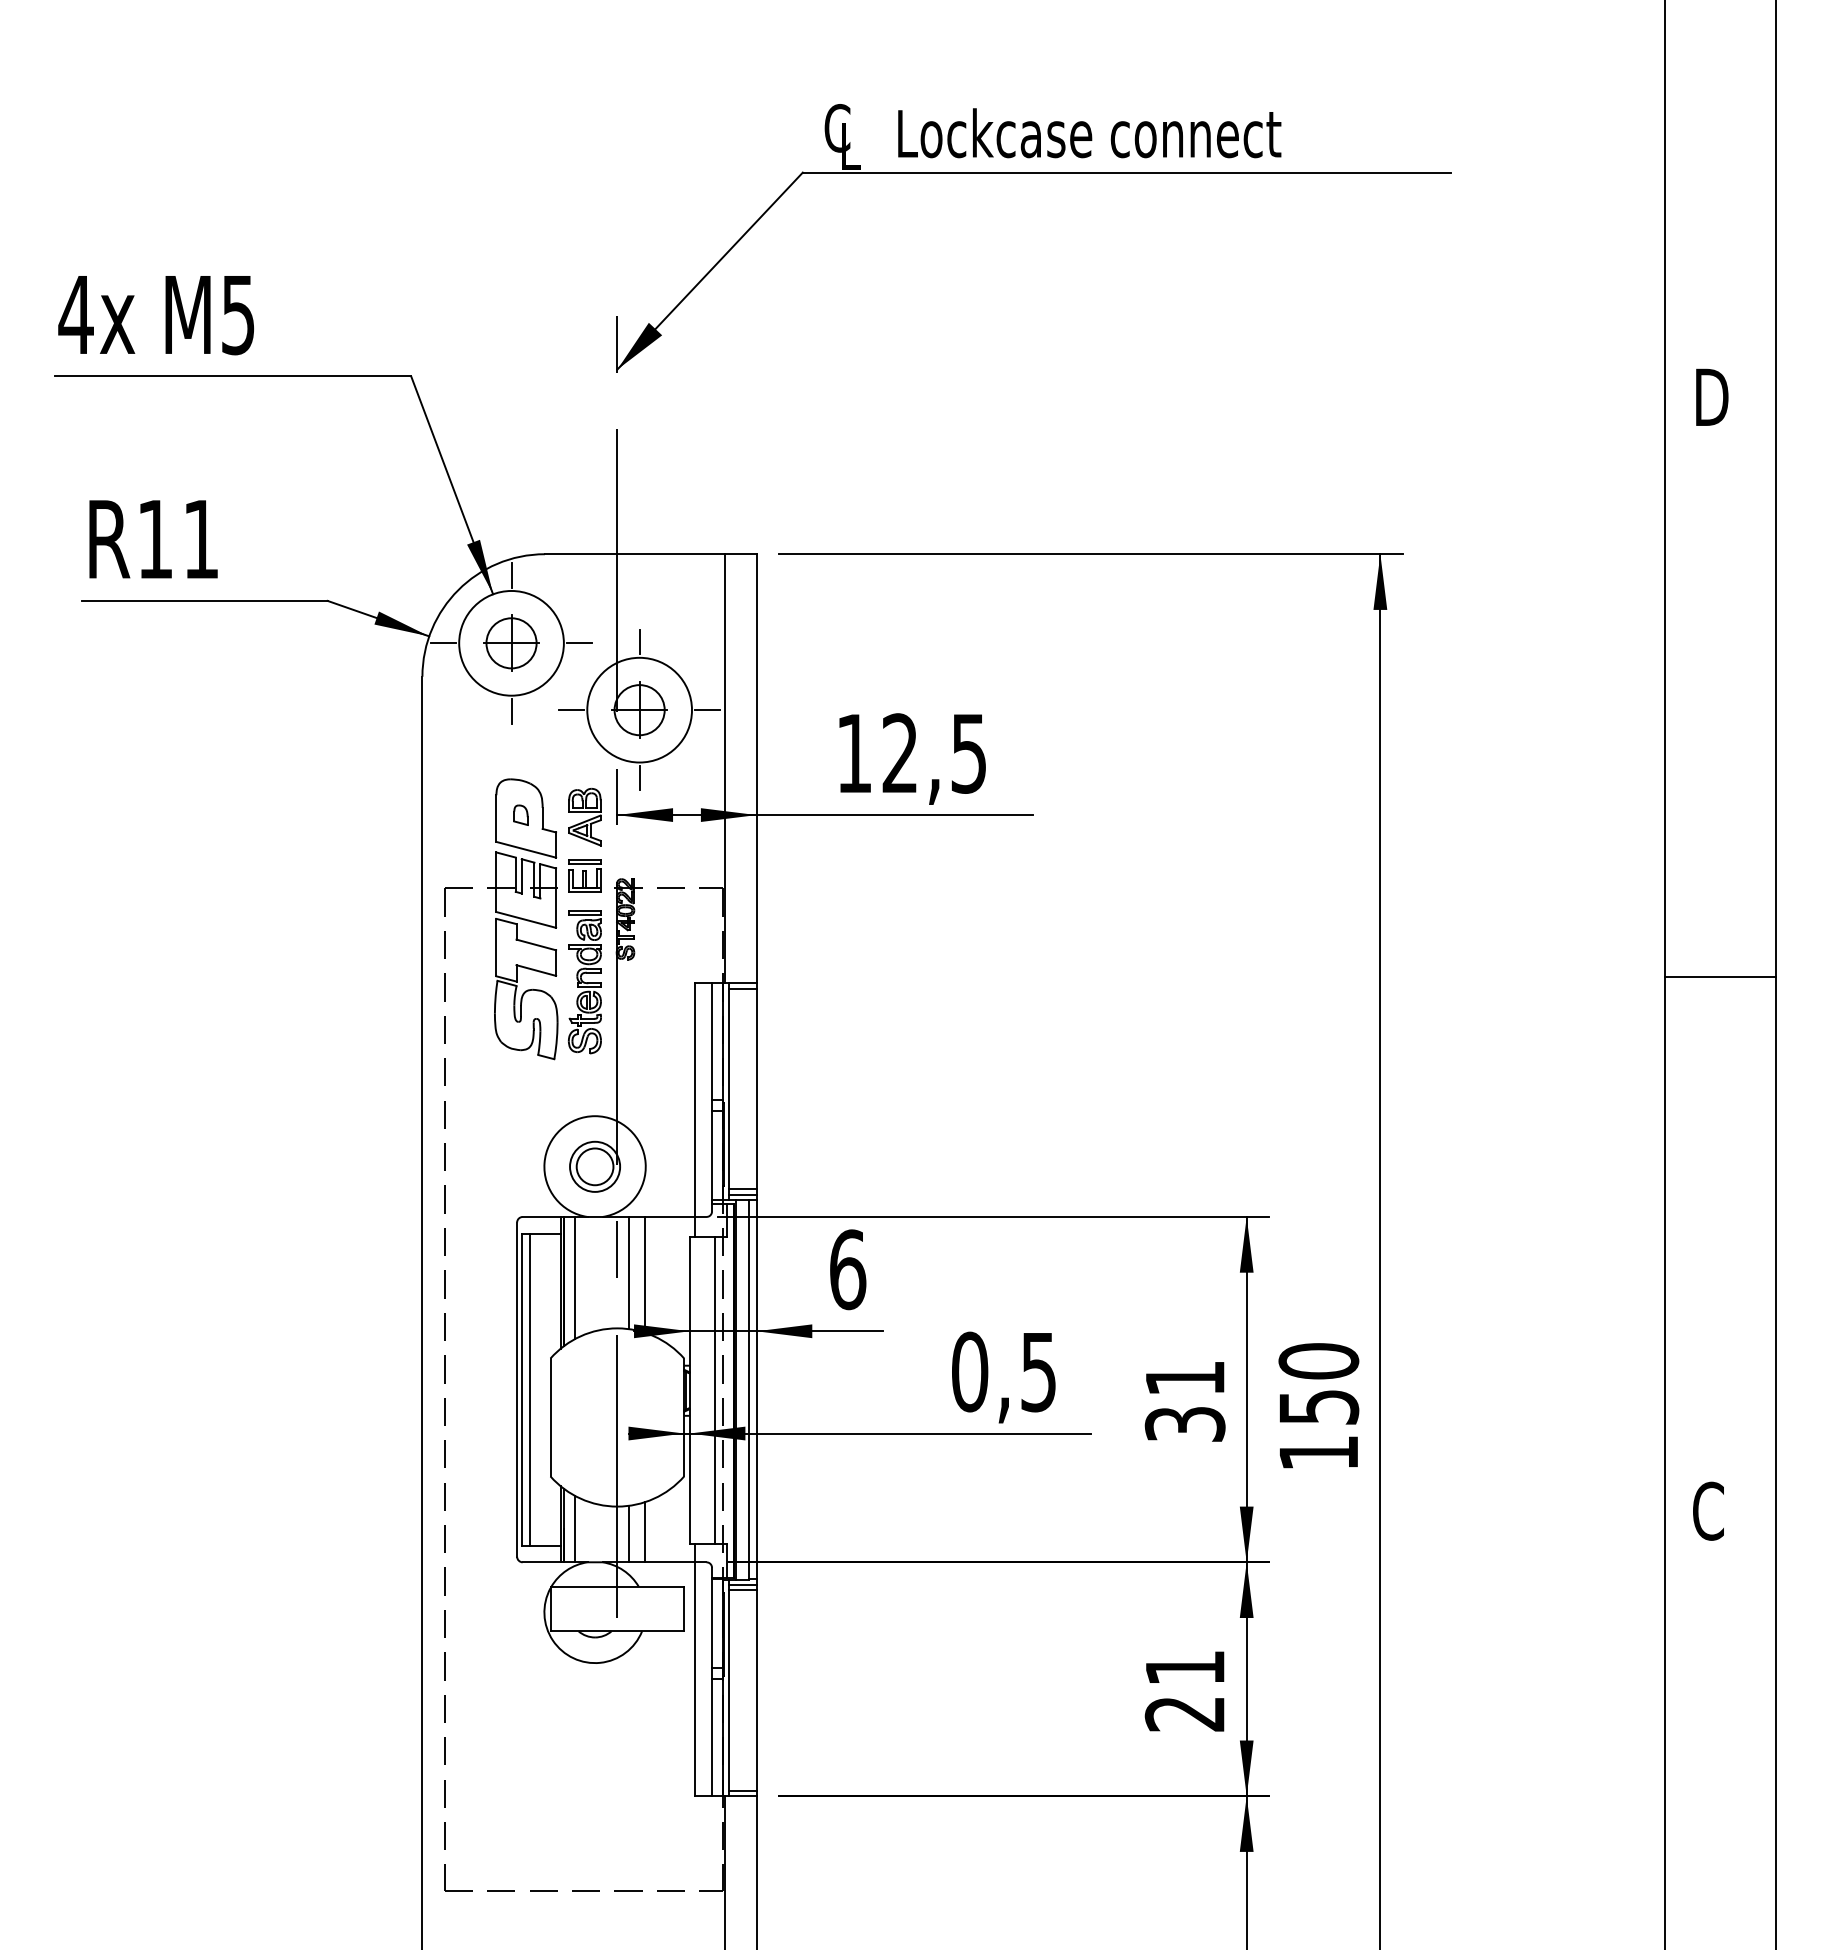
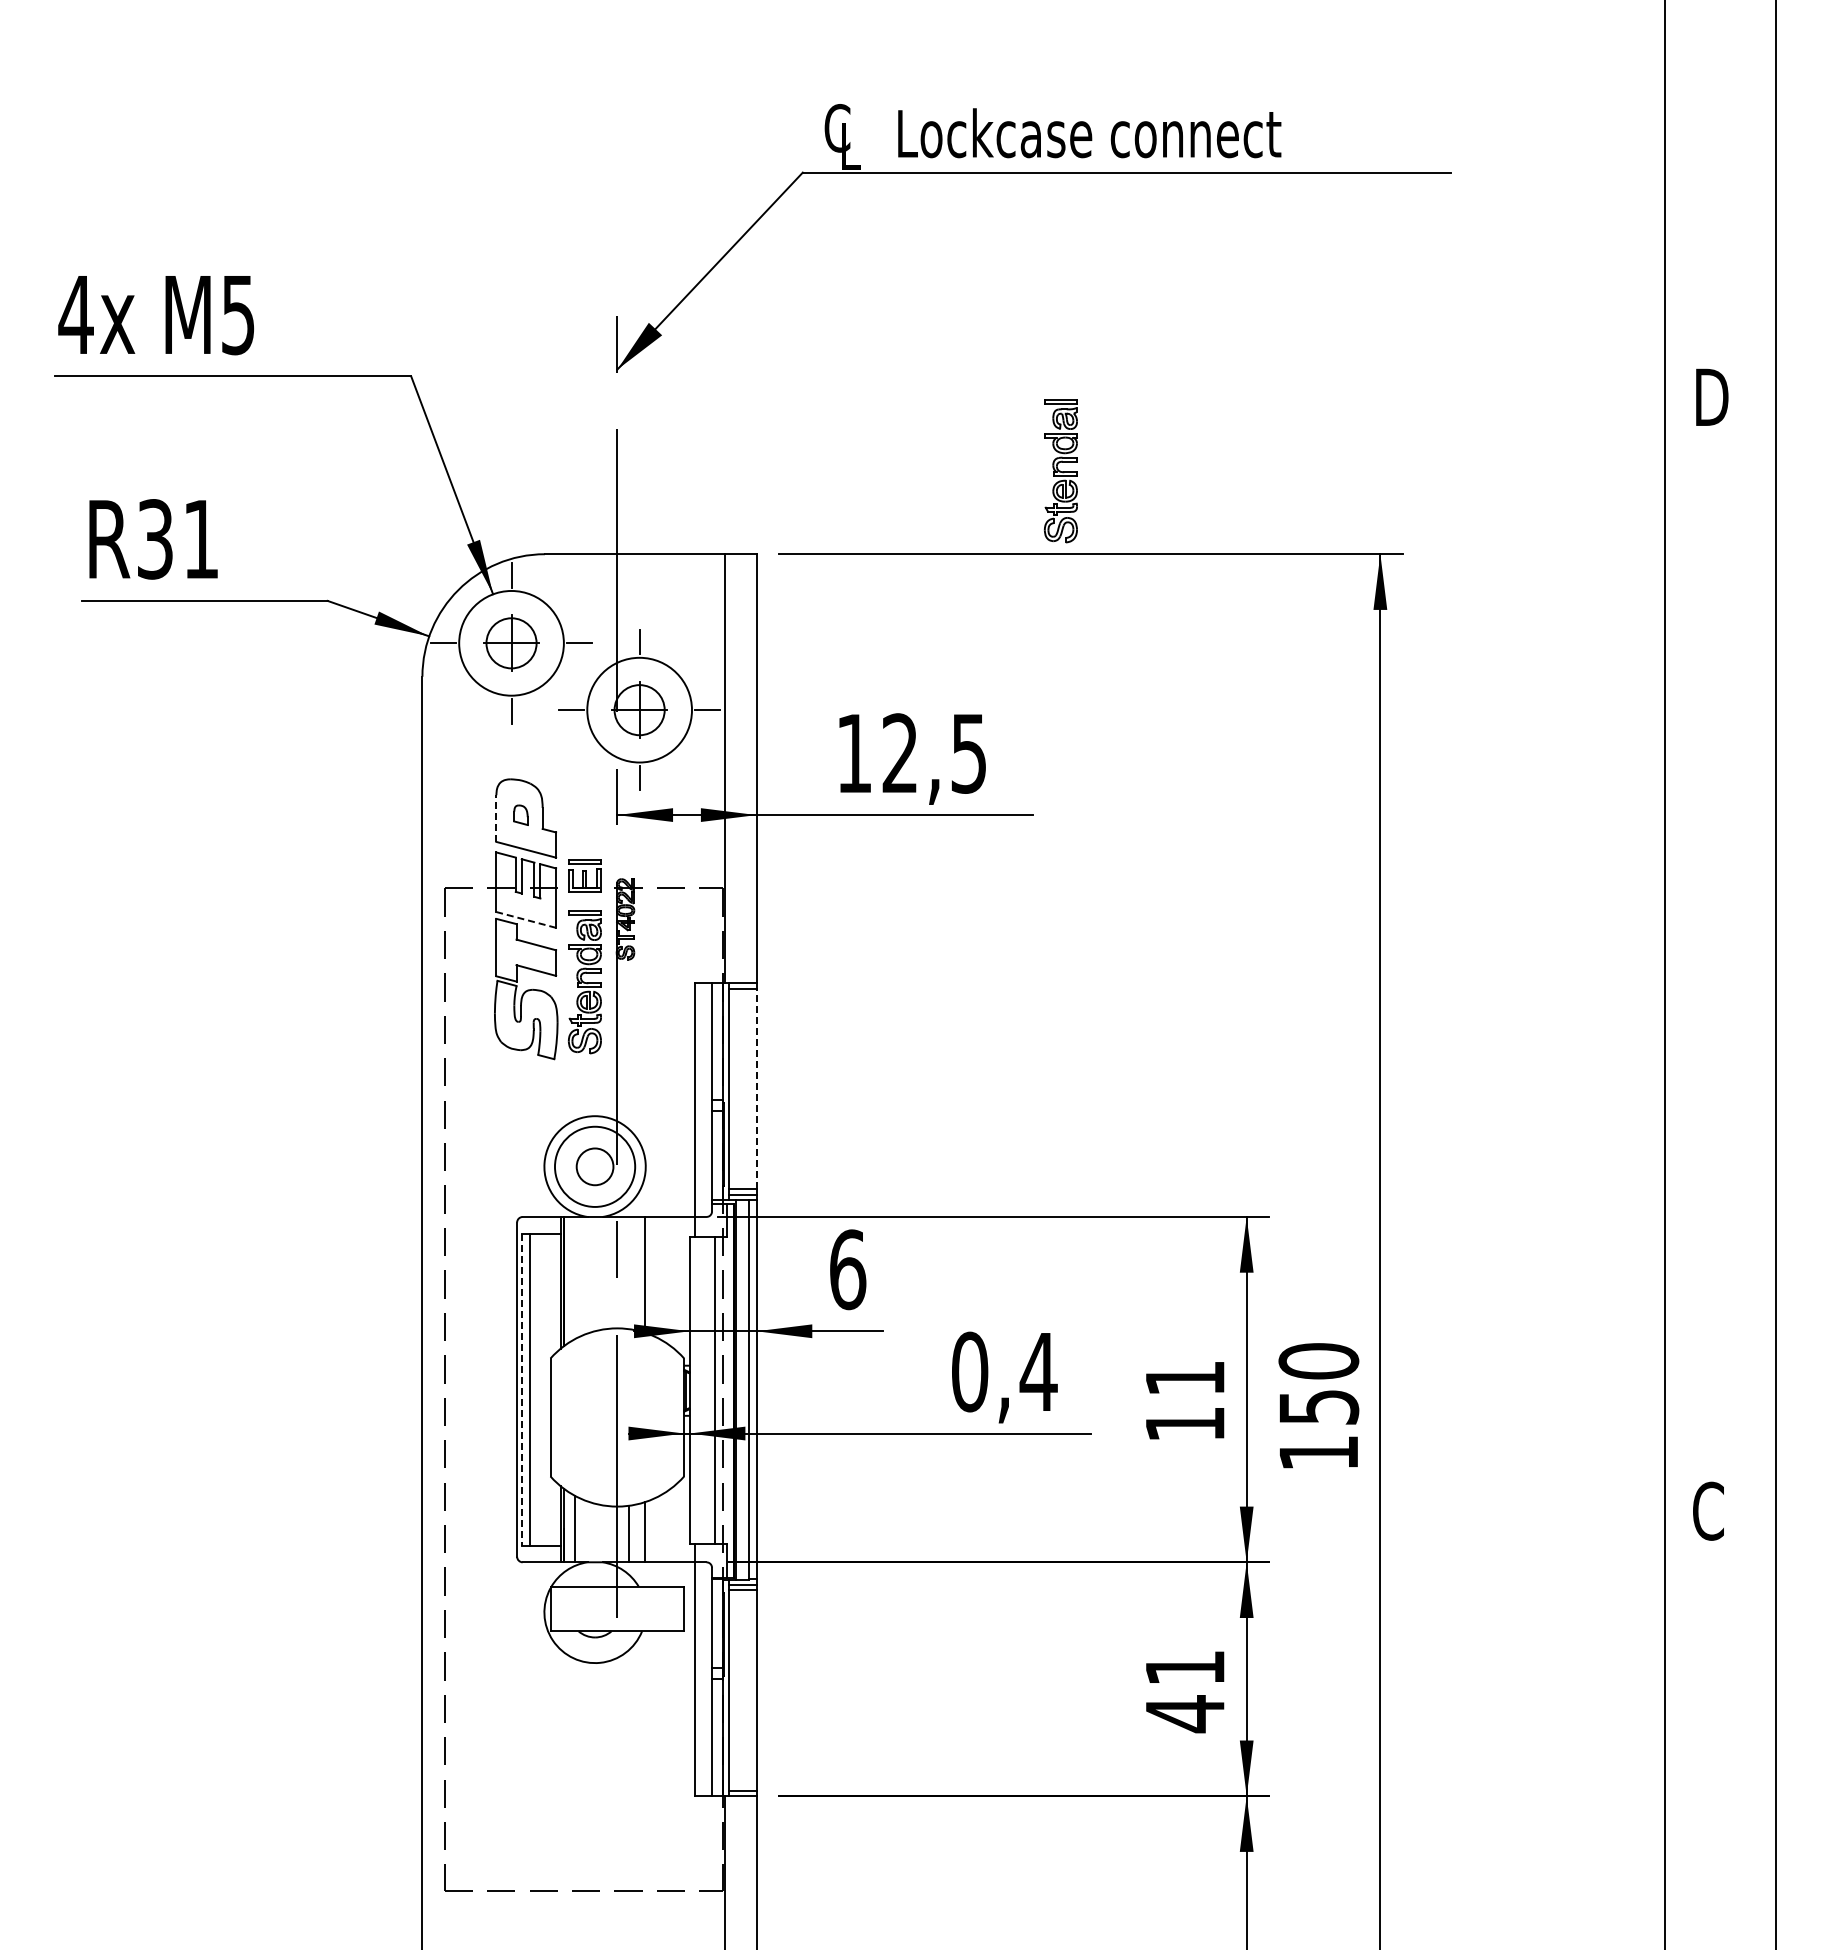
part at (1060, 471): none -> present
text at (155, 539): R11 -> R31
part at (584, 816): present -> none
line at (496, 818): solid -> dashed
line at (526, 919): solid -> dashed
line at (1720, 977): present -> none
line at (756, 1088): solid -> dashed
circle at (595, 1166) diameter: 50 px -> 80 px
line at (629, 1272): present -> none
line at (575, 1277): present -> none
text at (1038, 1372): 0,5 -> 0,4
line at (521, 1389): solid -> dashed
text at (1184, 1424): 31 -> 11
text at (1184, 1714): 21 -> 41
